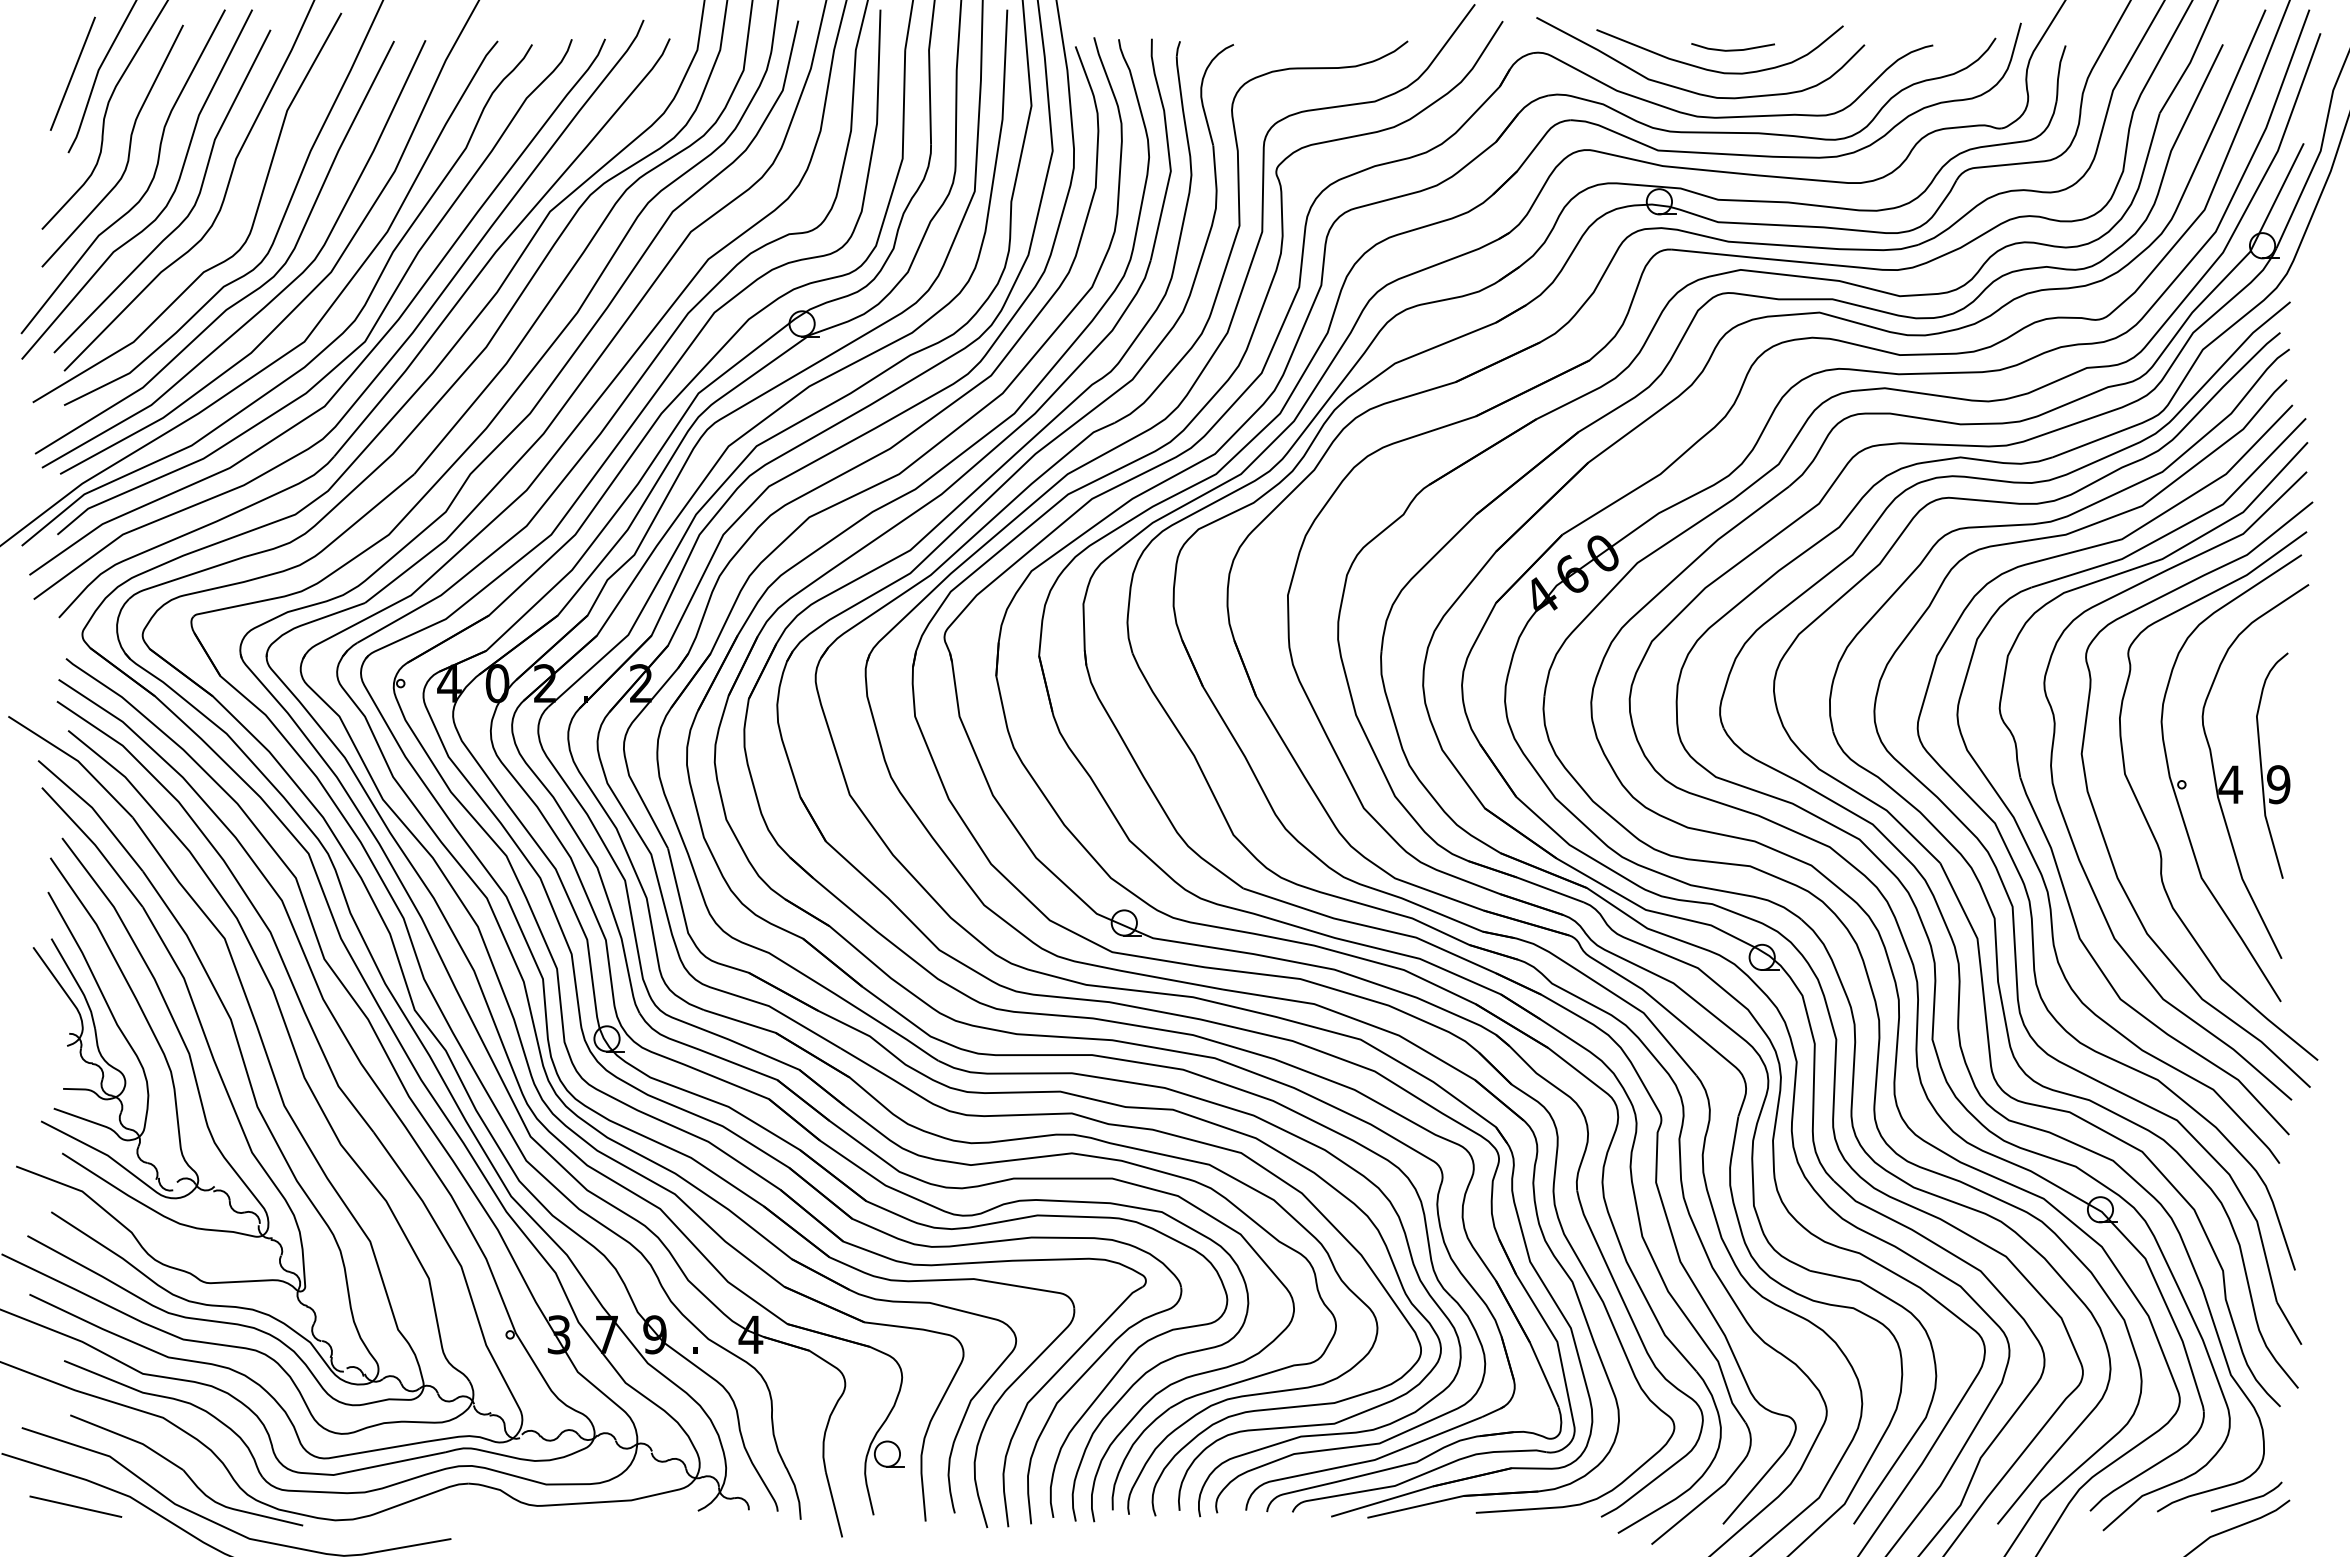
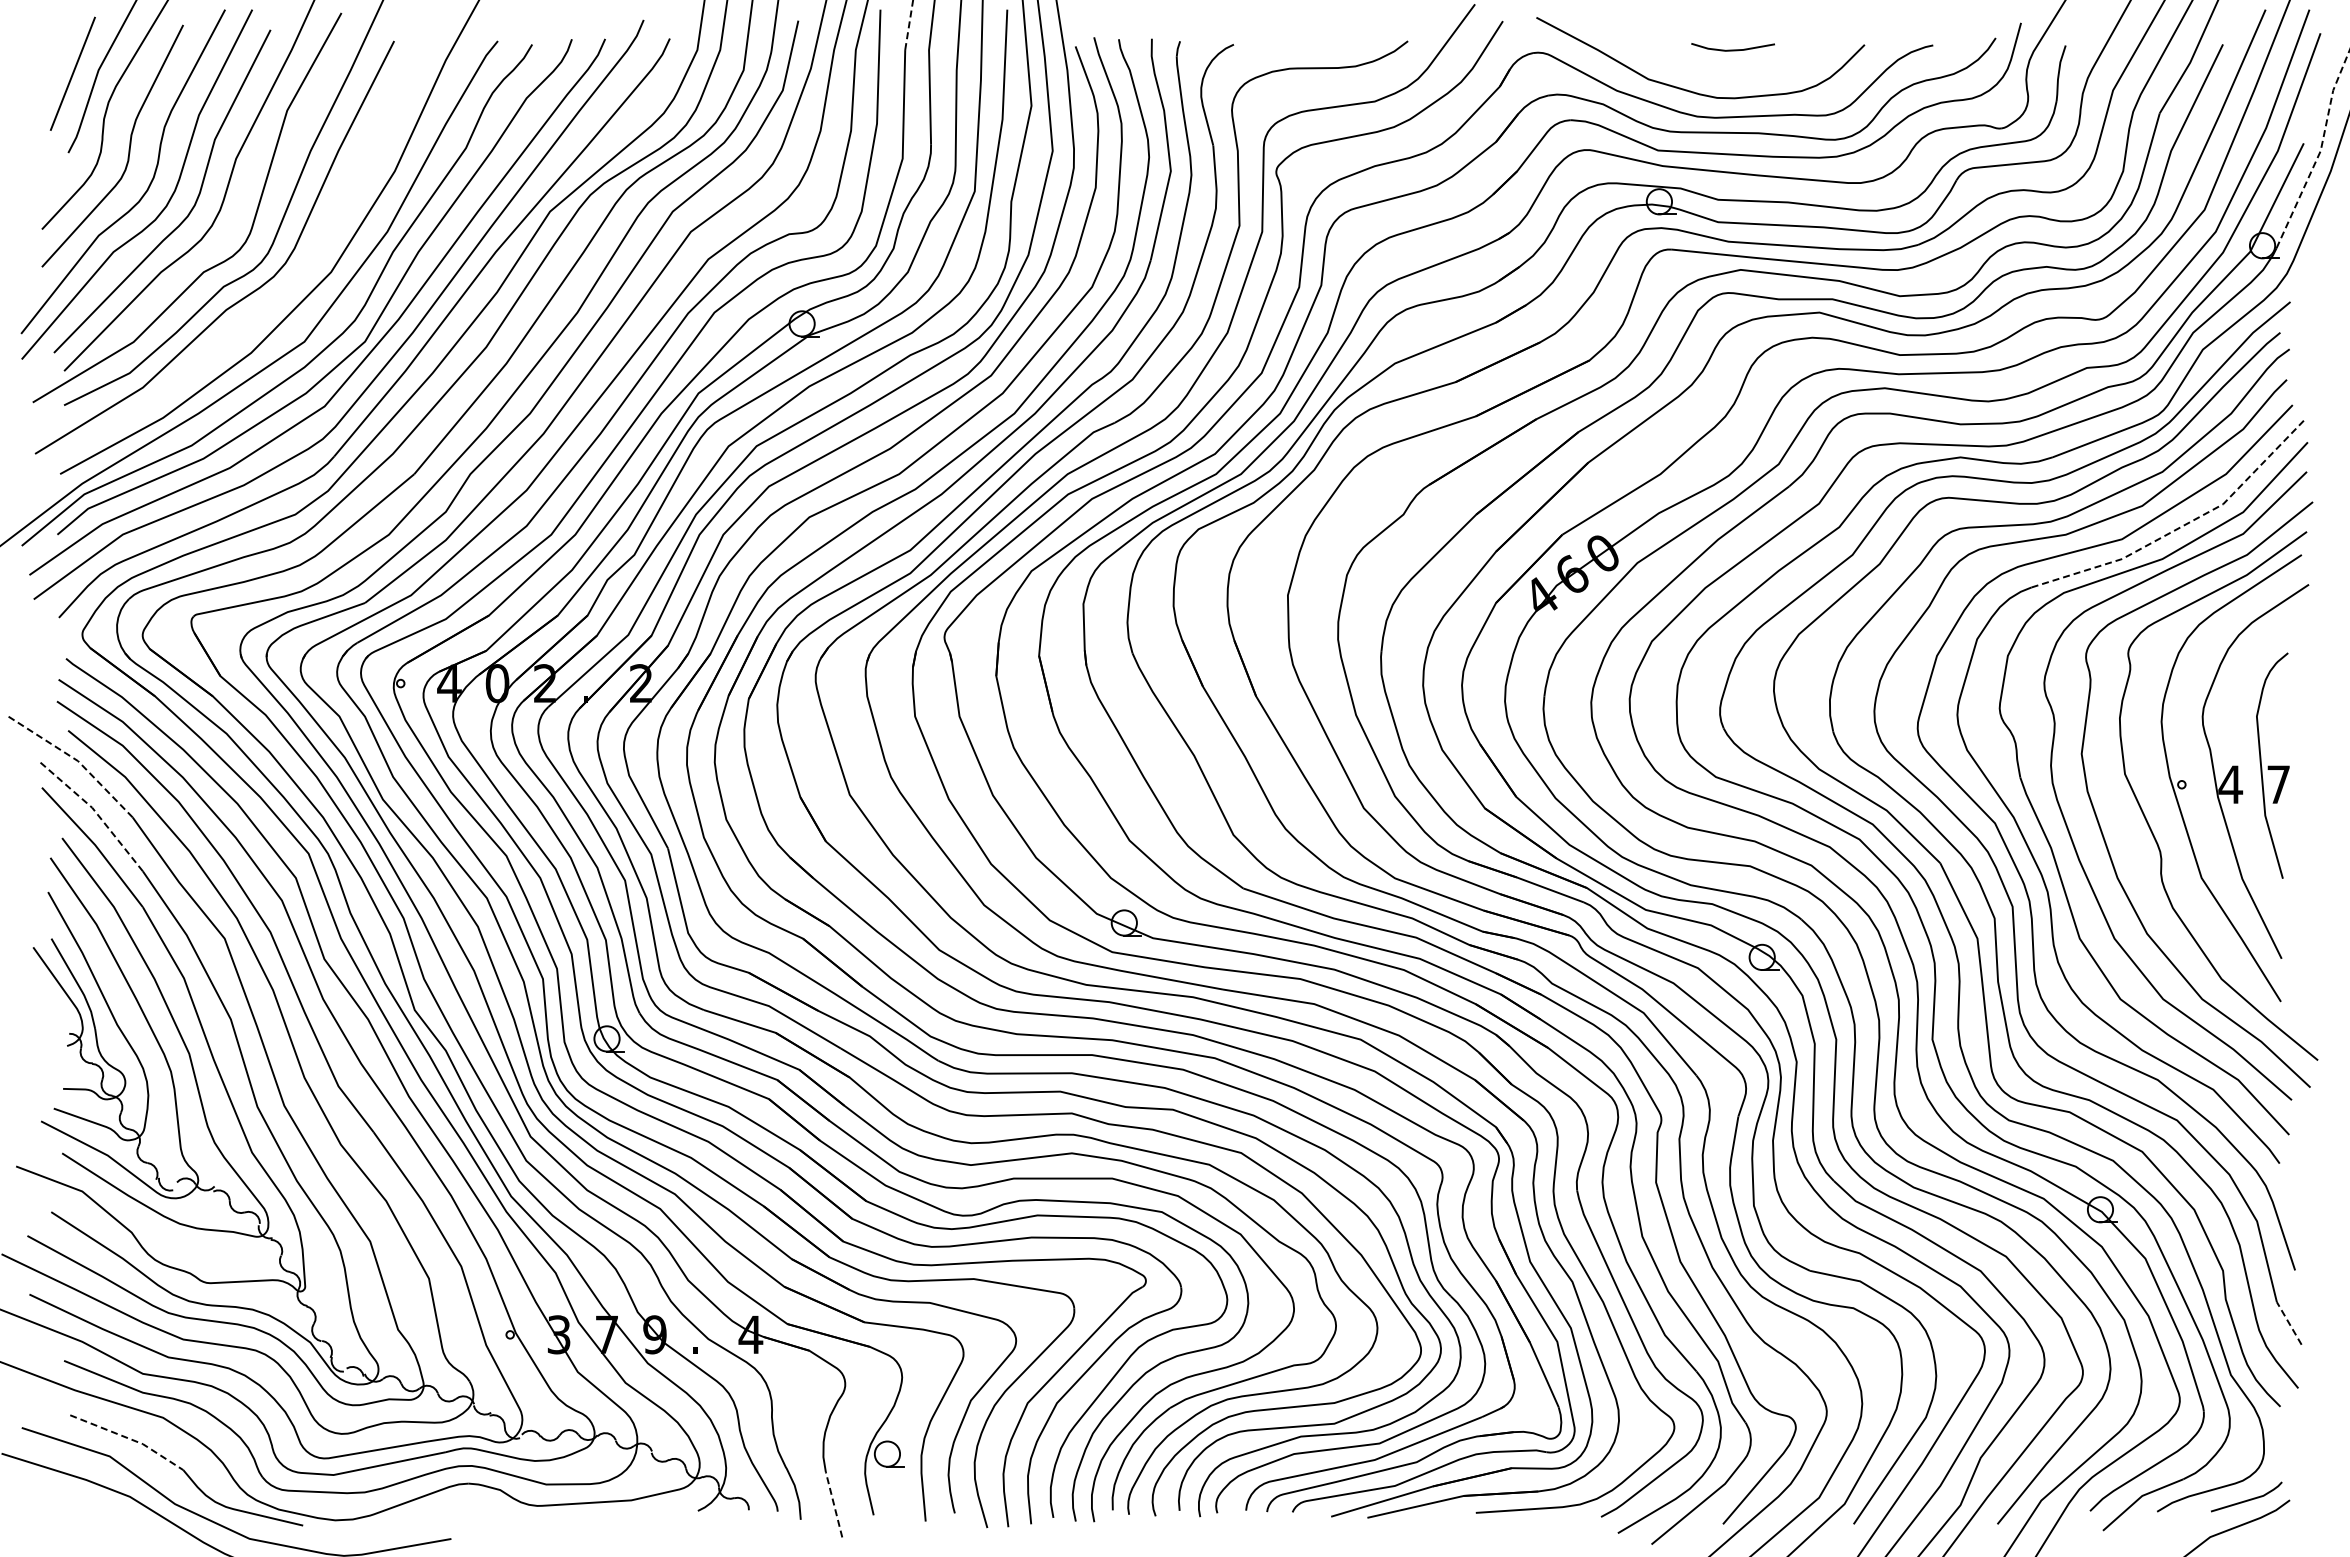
line at (909, 24): solid -> dashed
curve at (1716, 70): present -> none
line at (2320, 151): solid -> dashed
curve at (272, 298): present -> none
line at (2183, 525): solid -> dashed
line at (76, 760): solid -> dashed
text at (2278, 784): 9 -> 7
line at (94, 810): solid -> dashed
line at (2289, 1323): solid -> dashed
line at (130, 1439): solid -> dashed
line at (834, 1504): solid -> dashed
line at (75, 1506): present -> none
